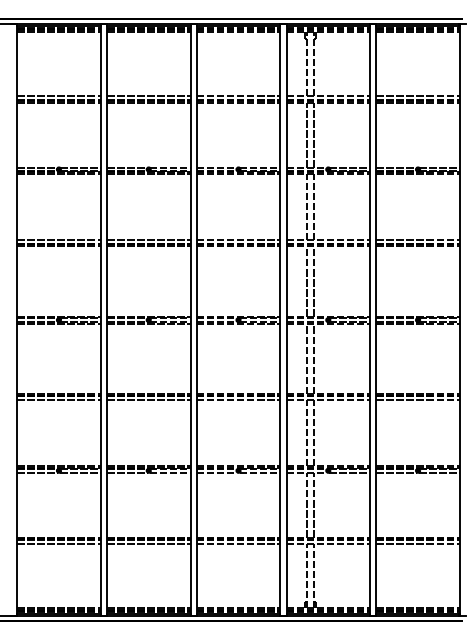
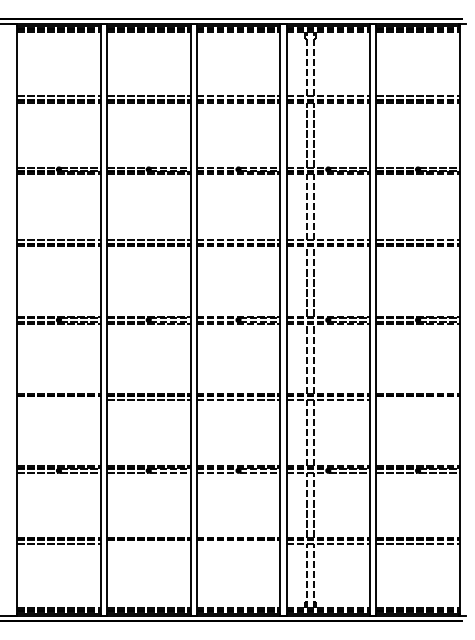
line at (58, 400): present -> none
line at (417, 400): present -> none
line at (148, 544): present -> none
line at (238, 544): present -> none
